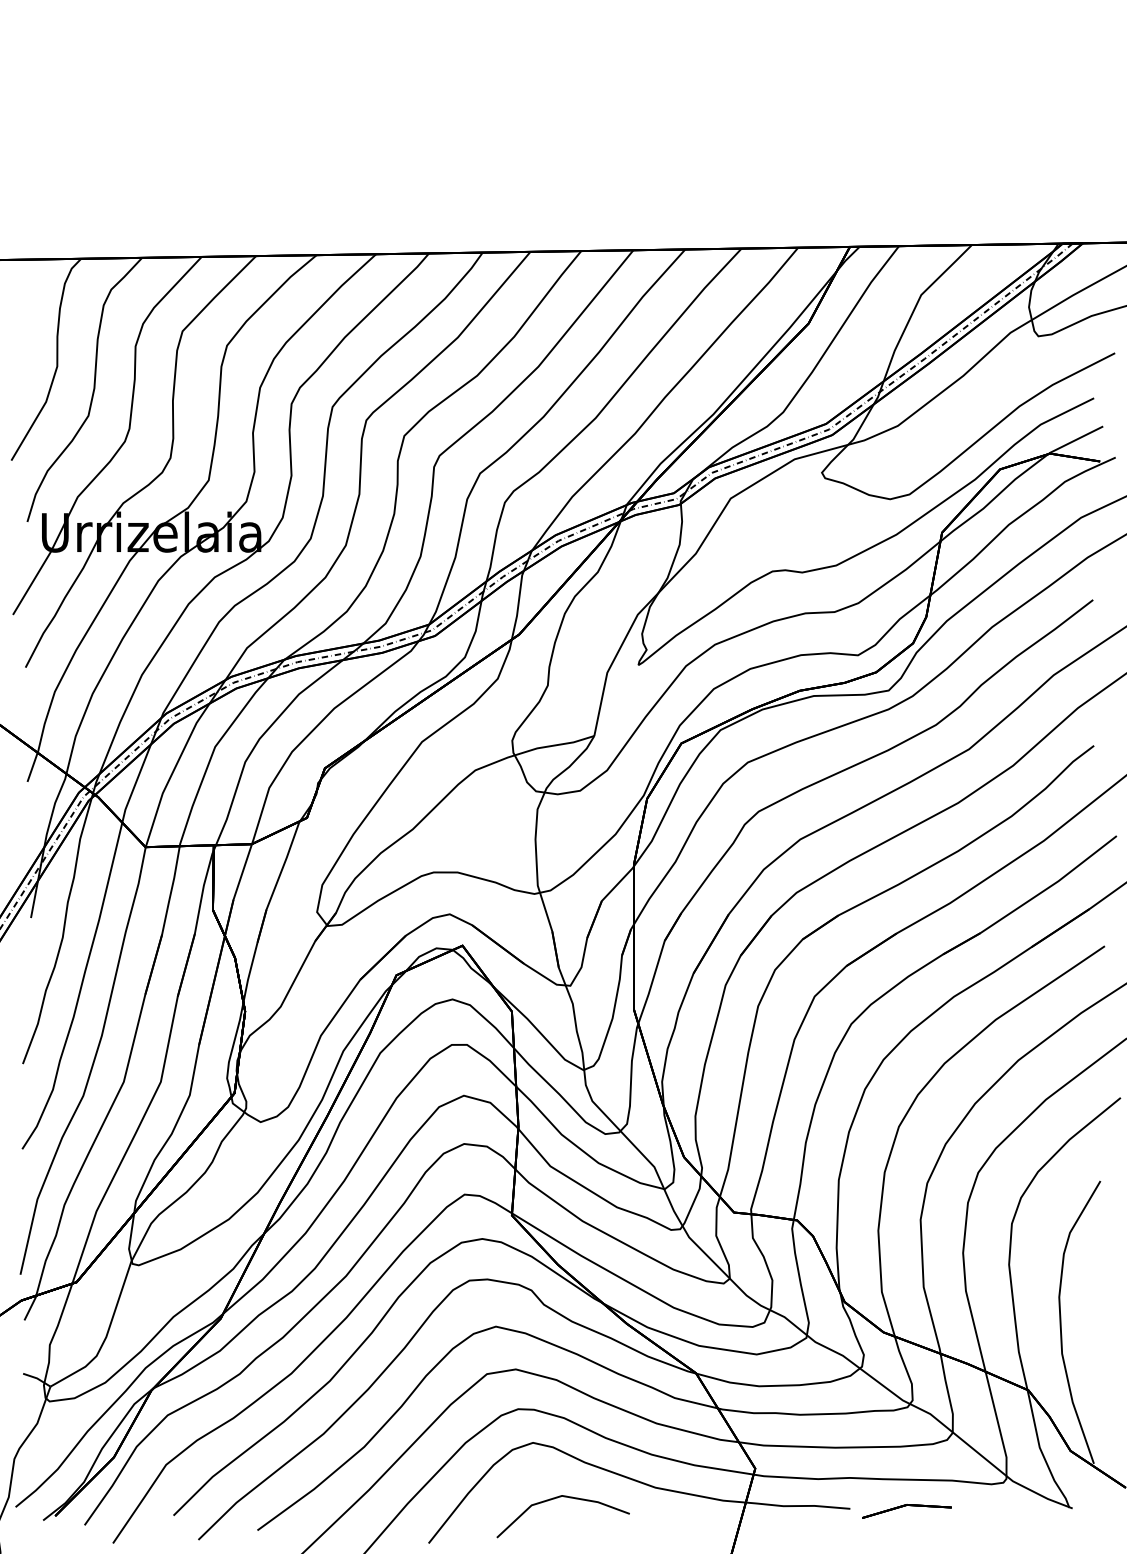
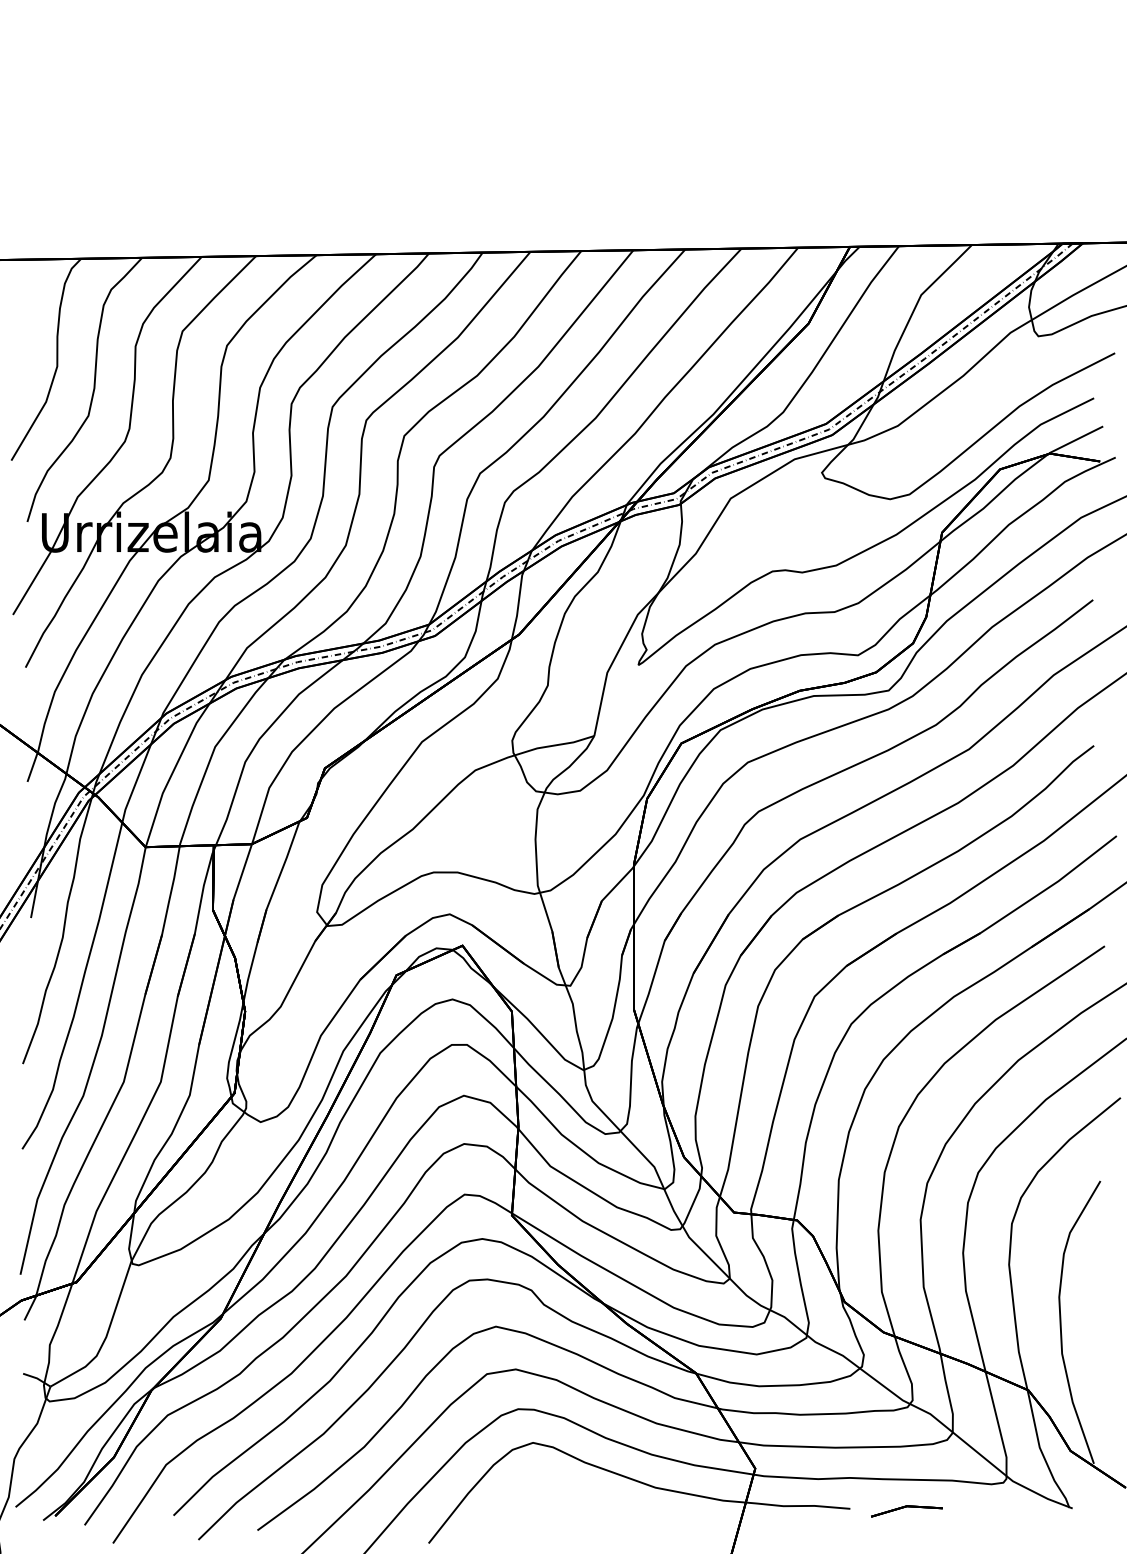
line at (557, 1498): present -> none
part at (906, 1511) size: 90x15 px -> 72x13 px
